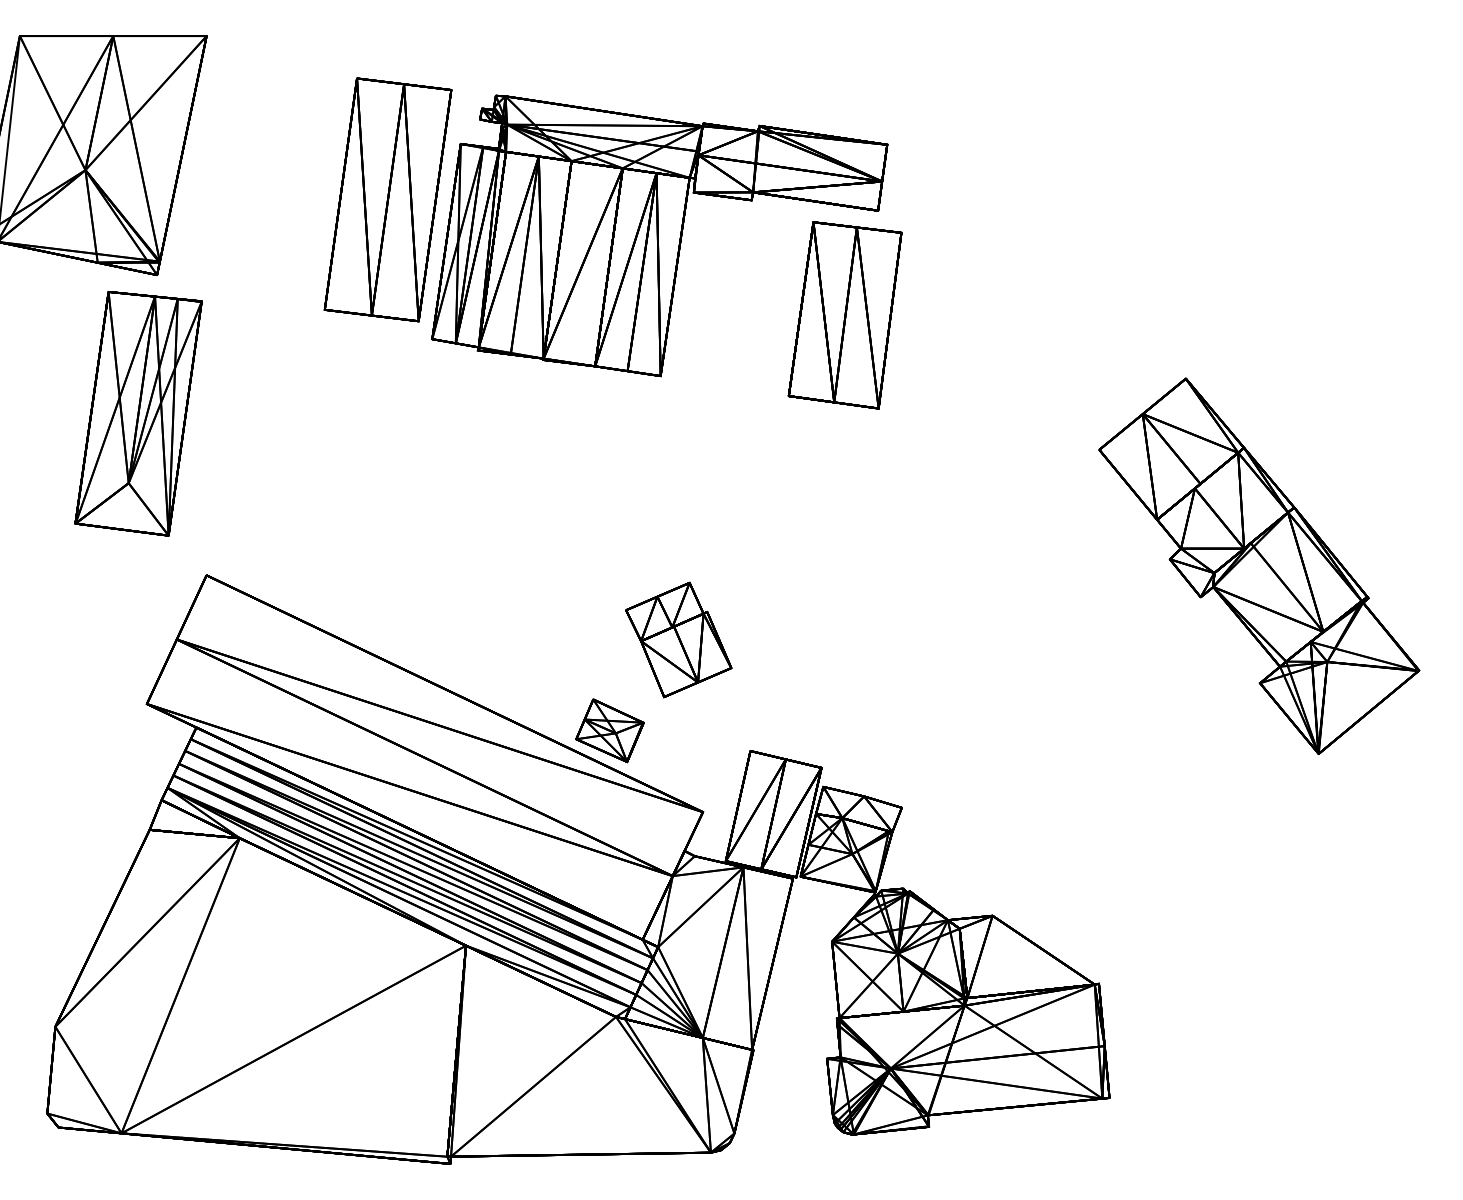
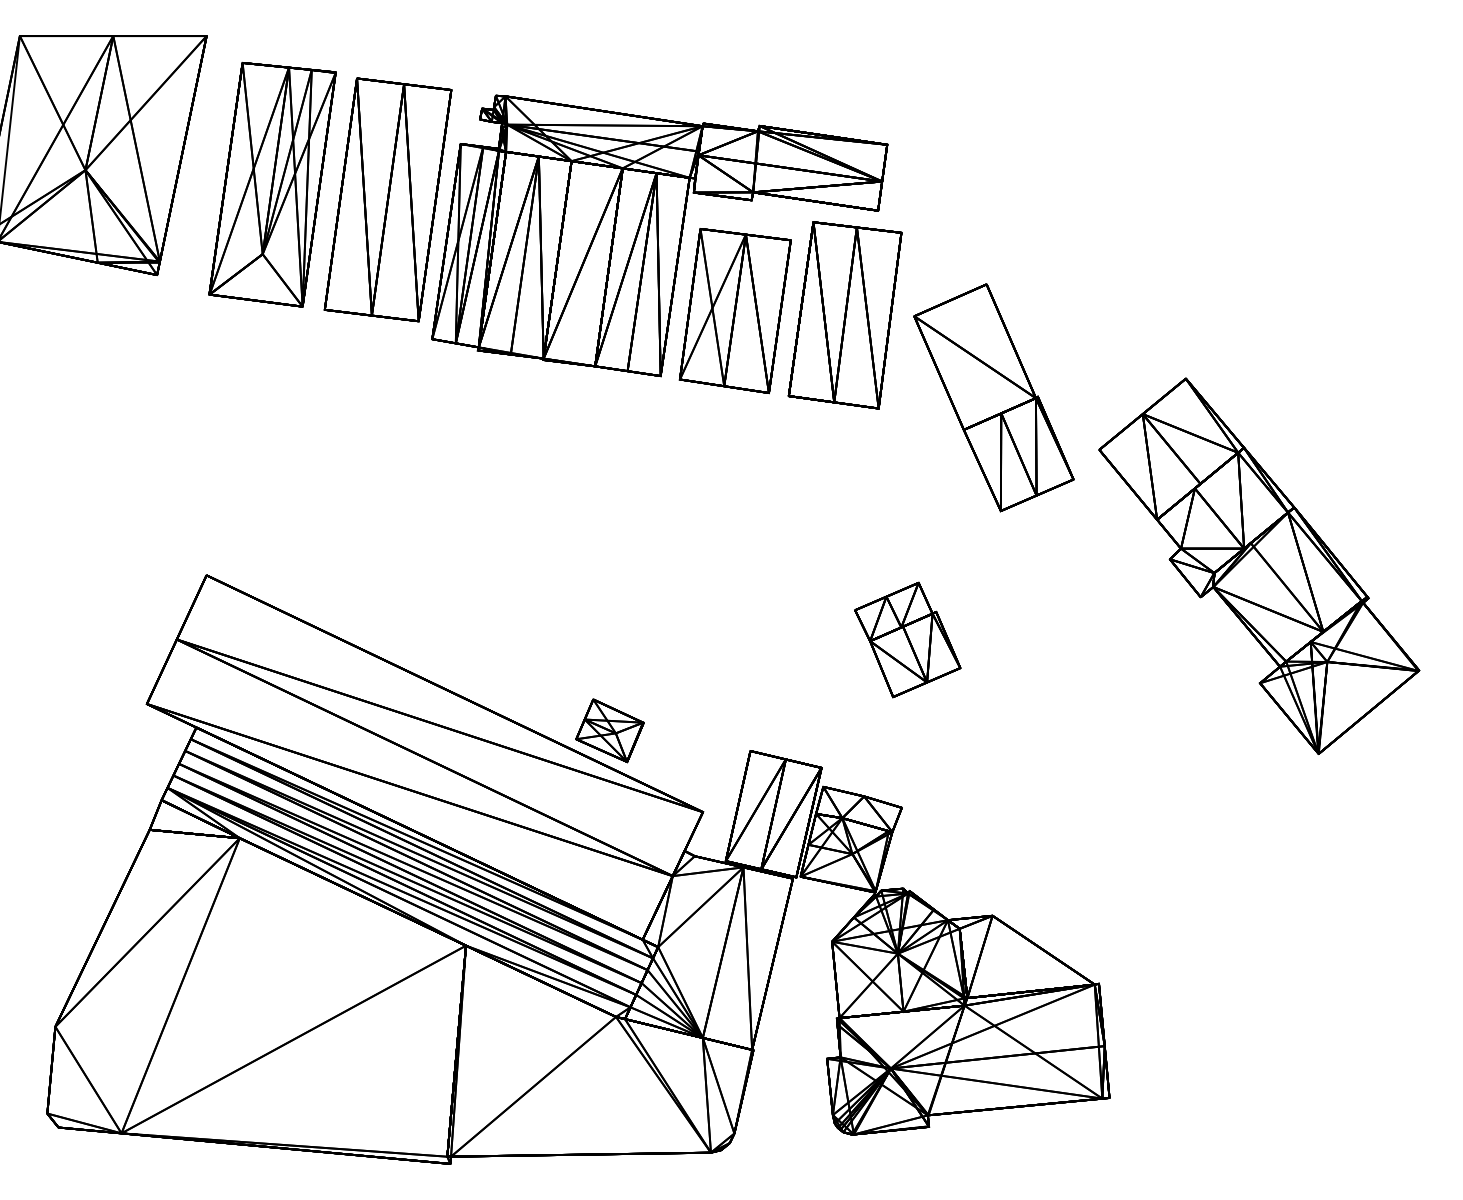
part at (734, 311): none -> present
part at (993, 397): none -> present
part at (138, 413) position: (138, 413) -> (272, 184)
part at (678, 639) position: (678, 639) -> (907, 639)
